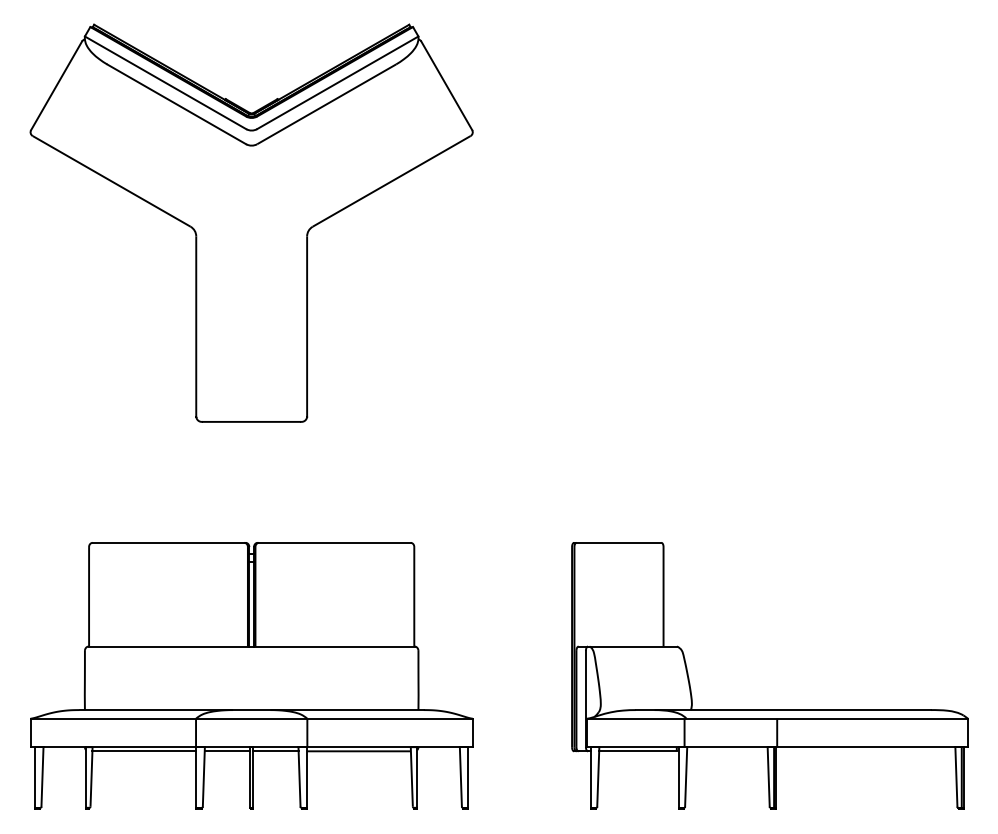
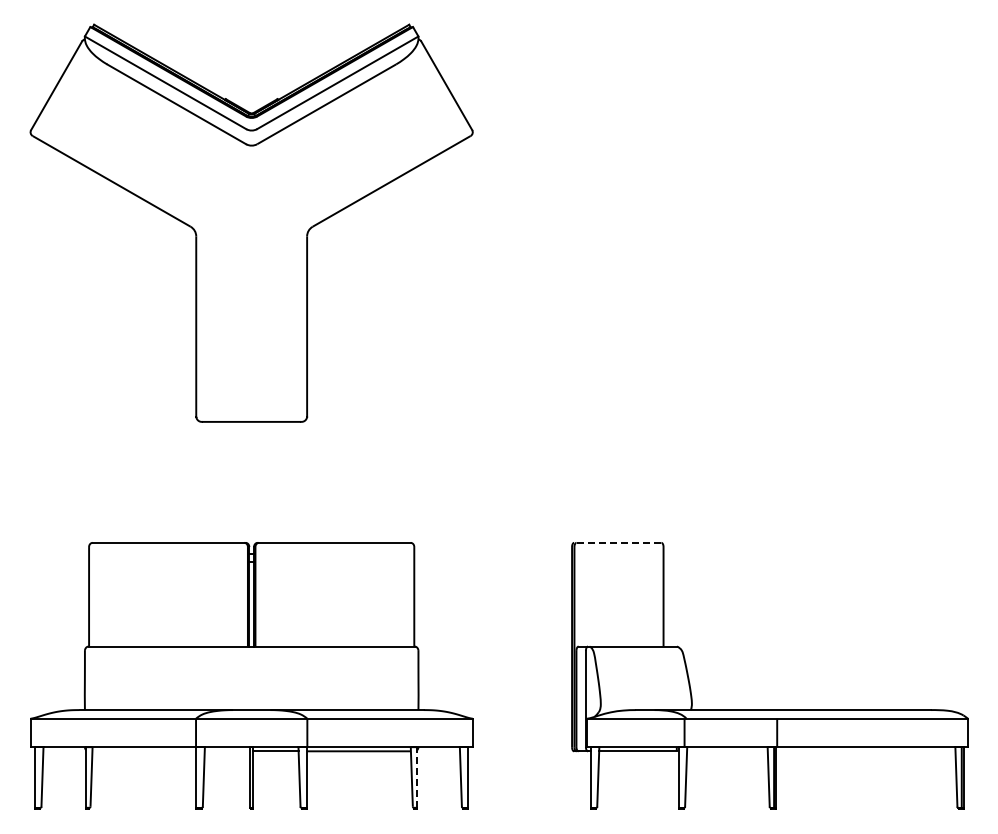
line at (617, 542): solid -> dashed
line at (144, 751): present -> none
line at (227, 751): present -> none
line at (417, 776): solid -> dashed
